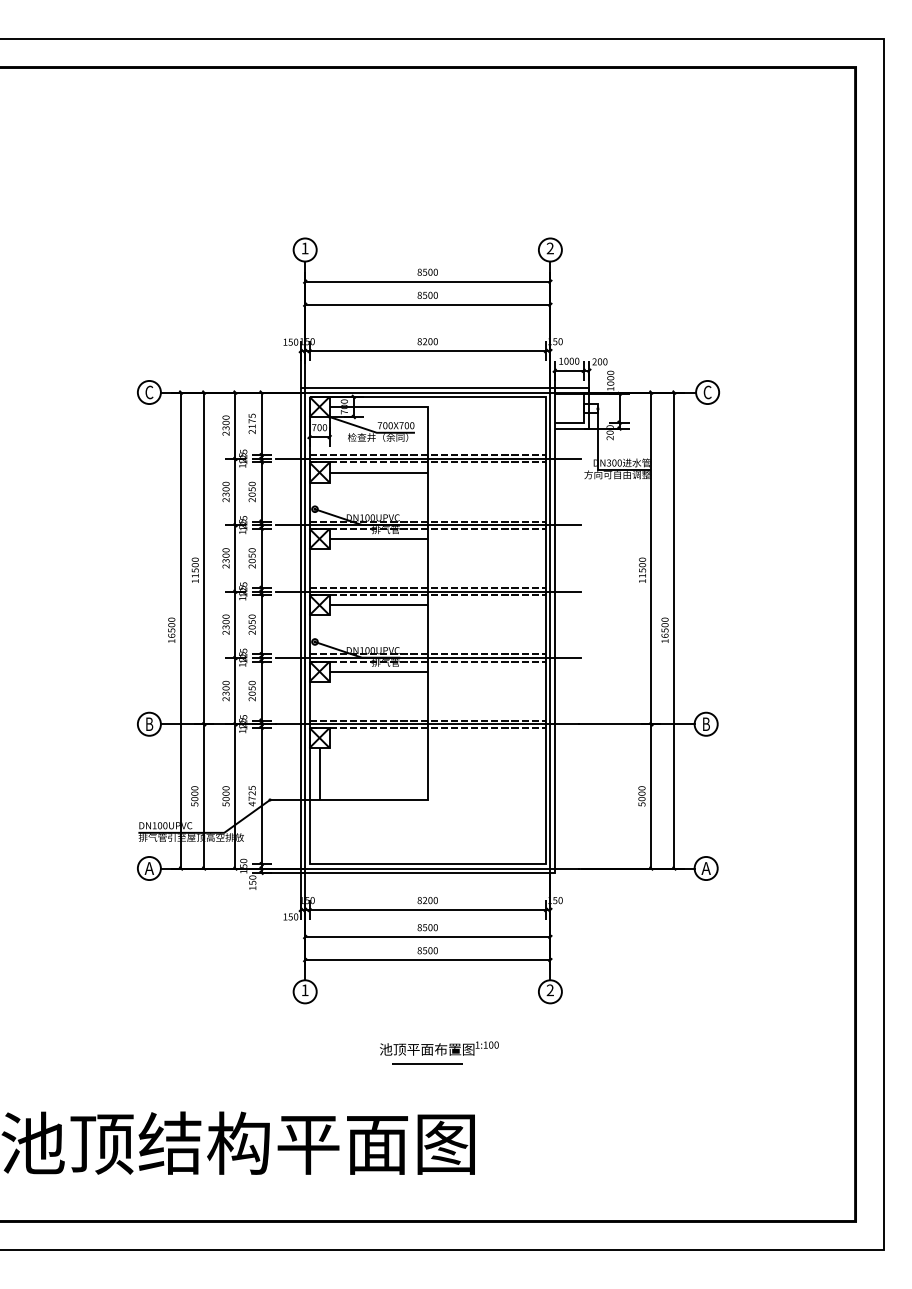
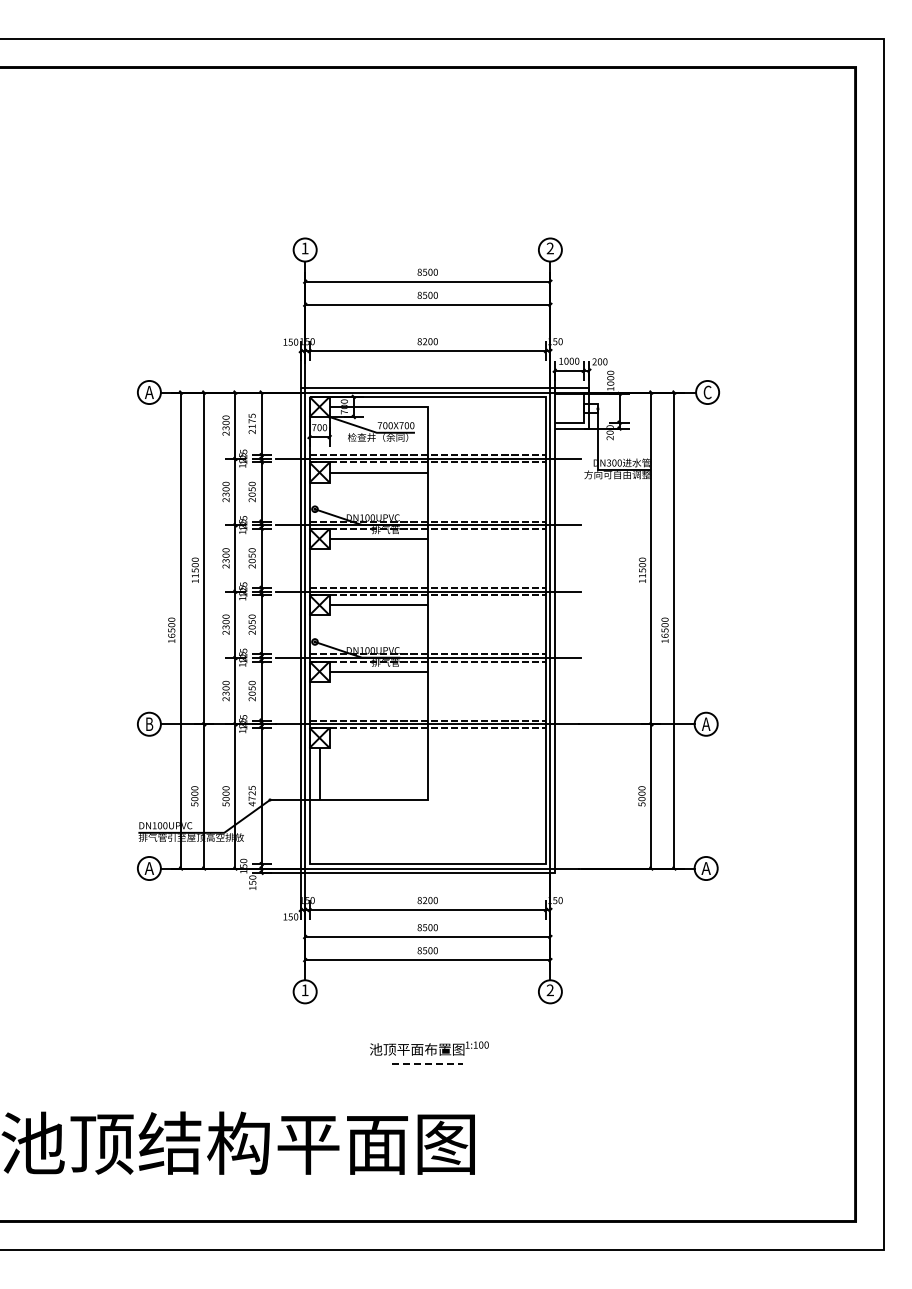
text at (149, 392): C -> A
text at (706, 723): B -> A
text at (439, 1048) position: (439, 1048) -> (429, 1048)
line at (427, 1063): solid -> dashed
